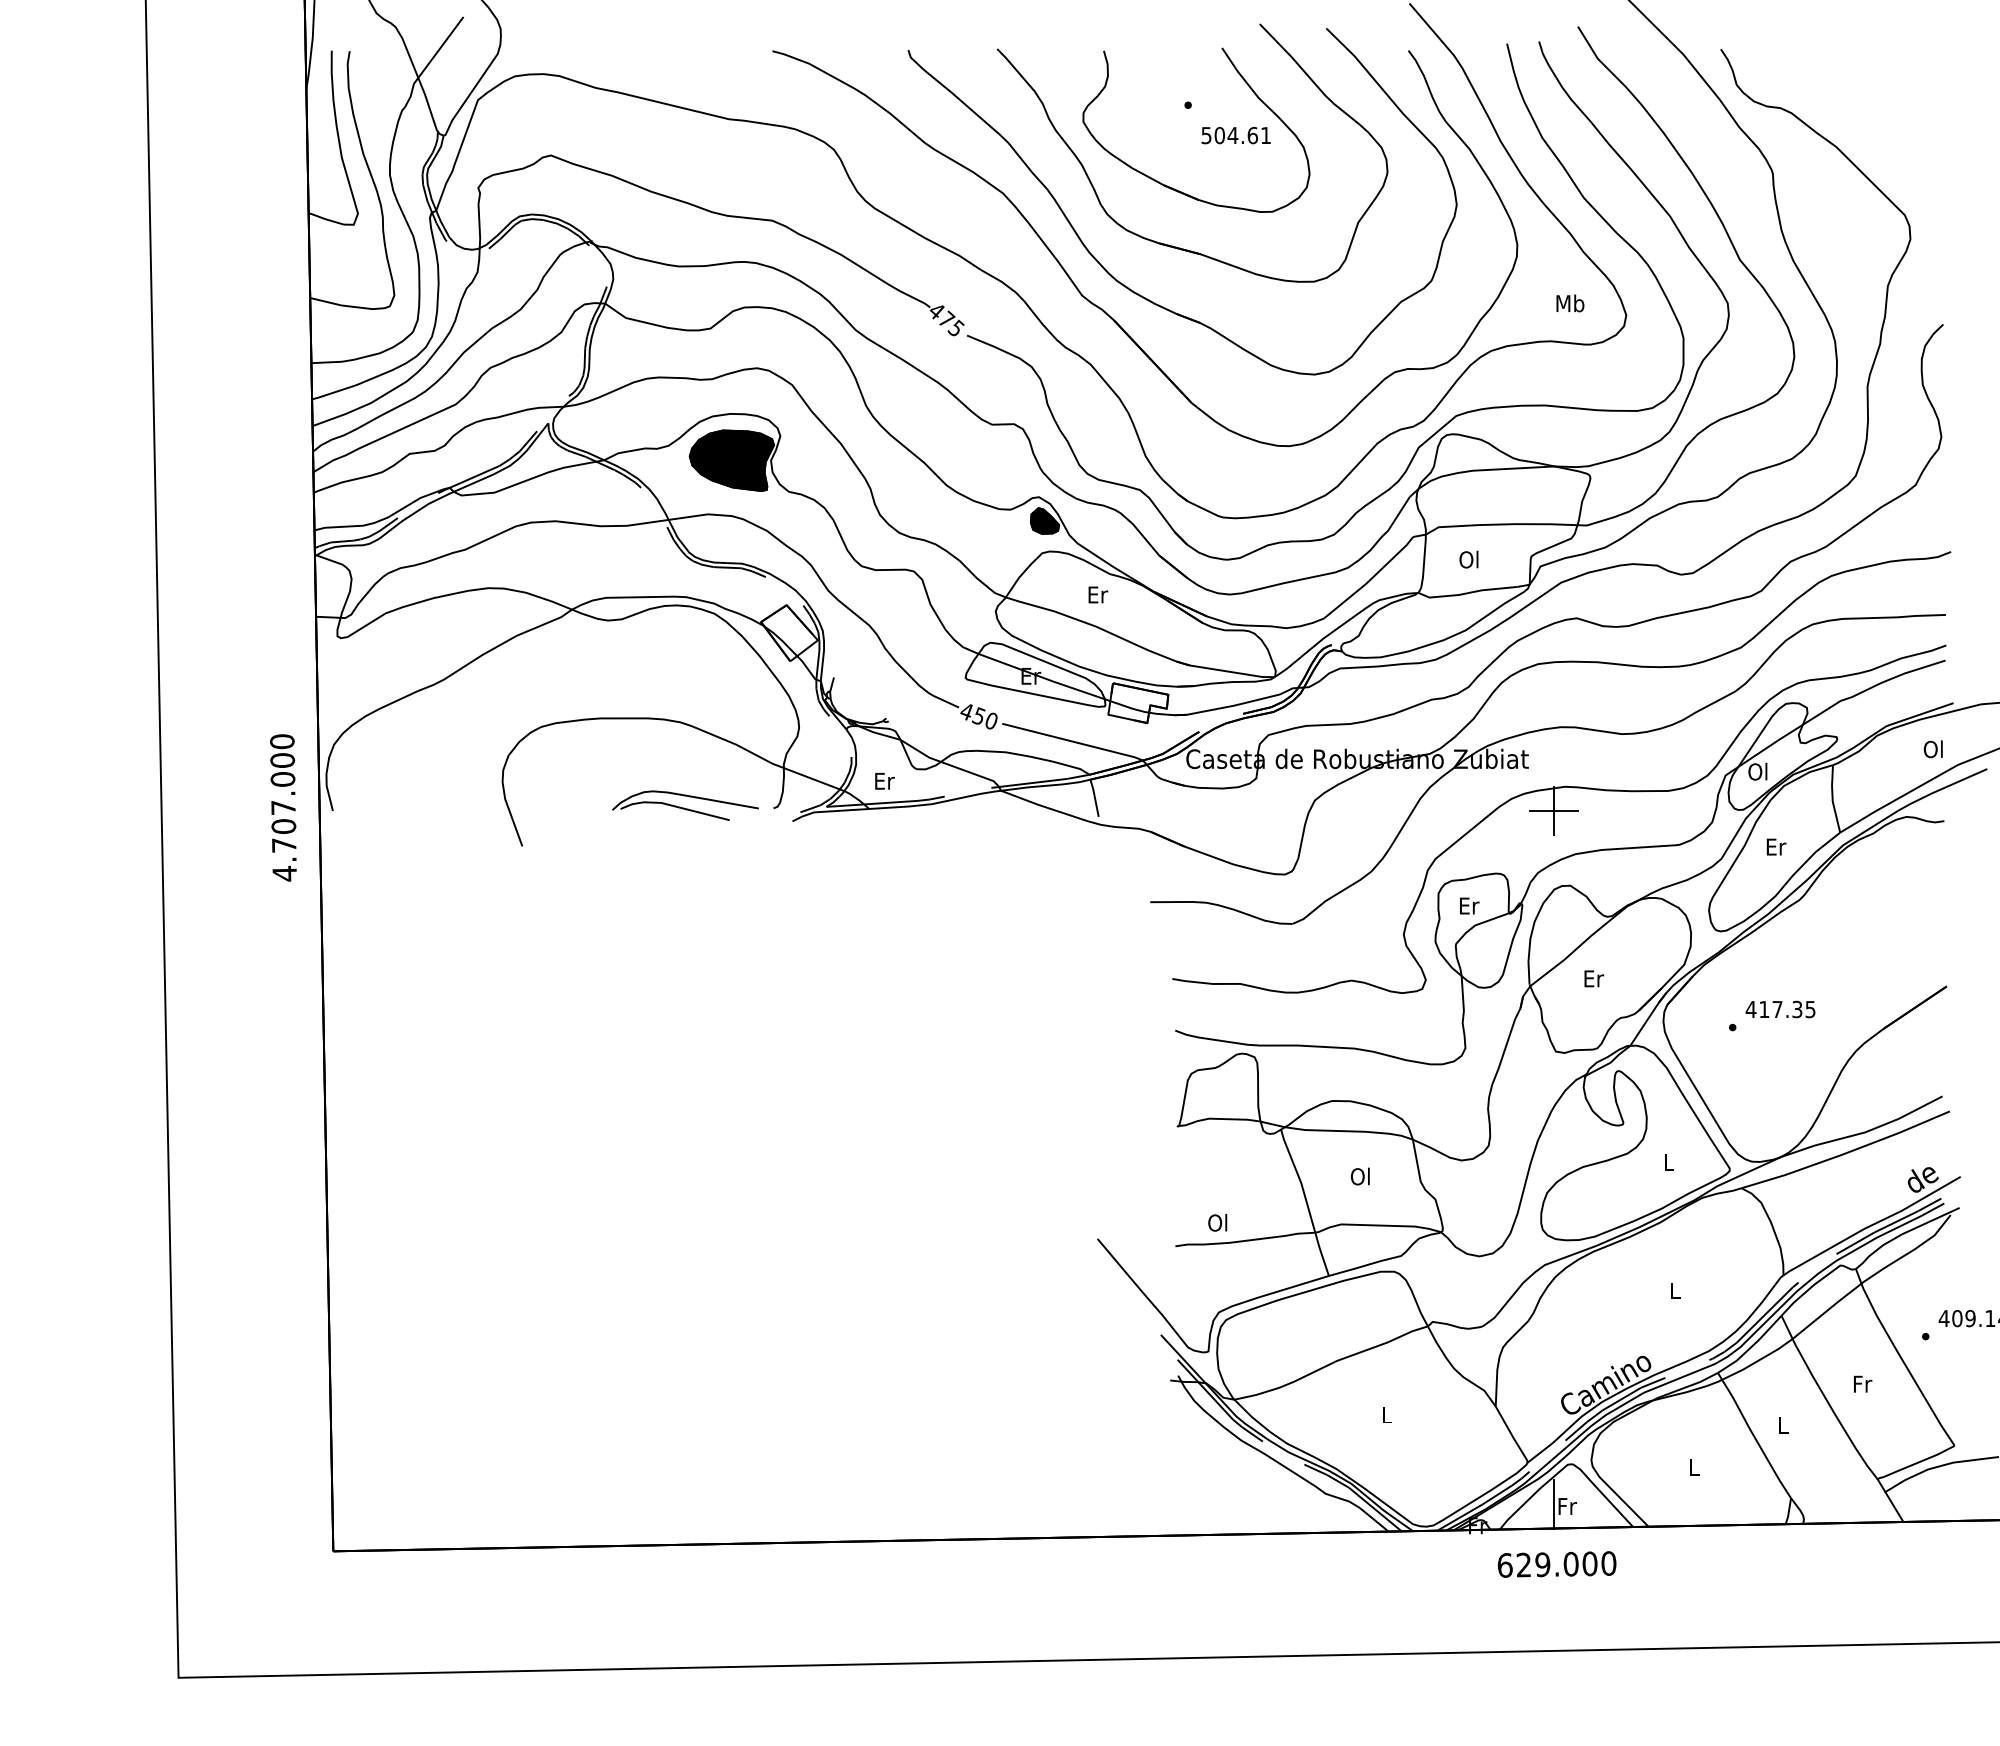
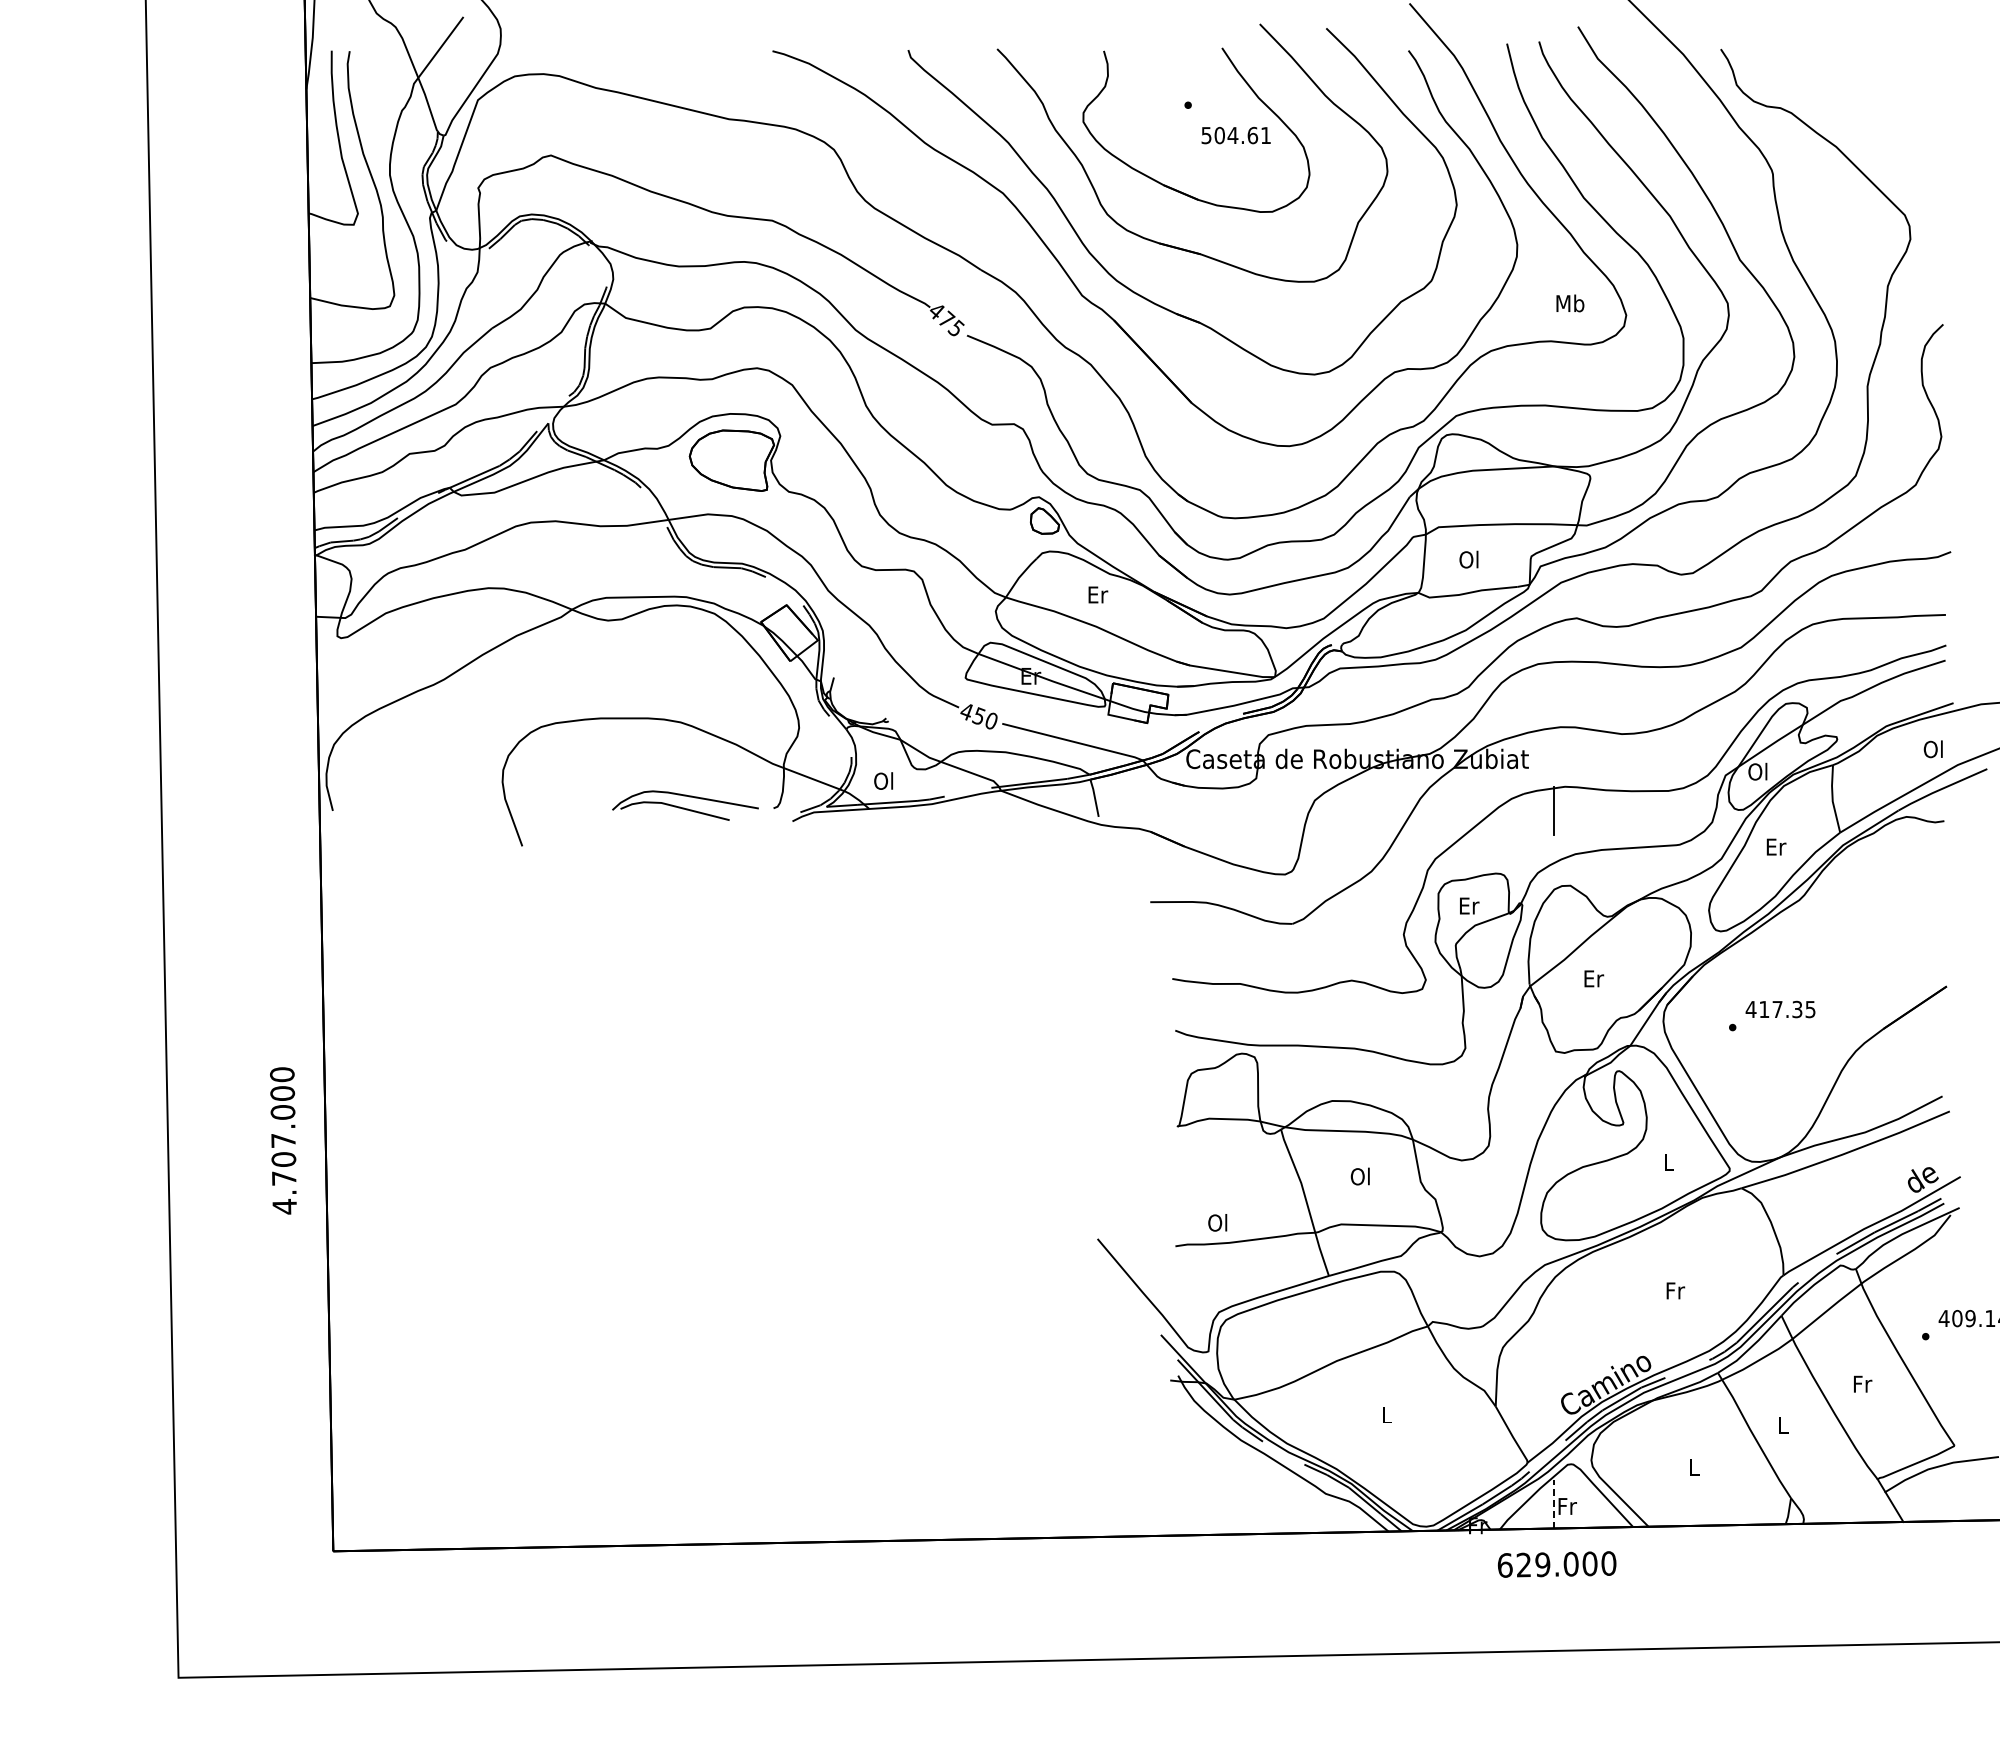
fill at (731, 460): present -> none
fill at (1044, 520): present -> none
text at (884, 780): Er -> Ol
text at (283, 807) position: (283, 807) -> (283, 1140)
line at (1554, 810): present -> none
text at (1675, 1290): L -> Fr
line at (1554, 1503): solid -> dashed
